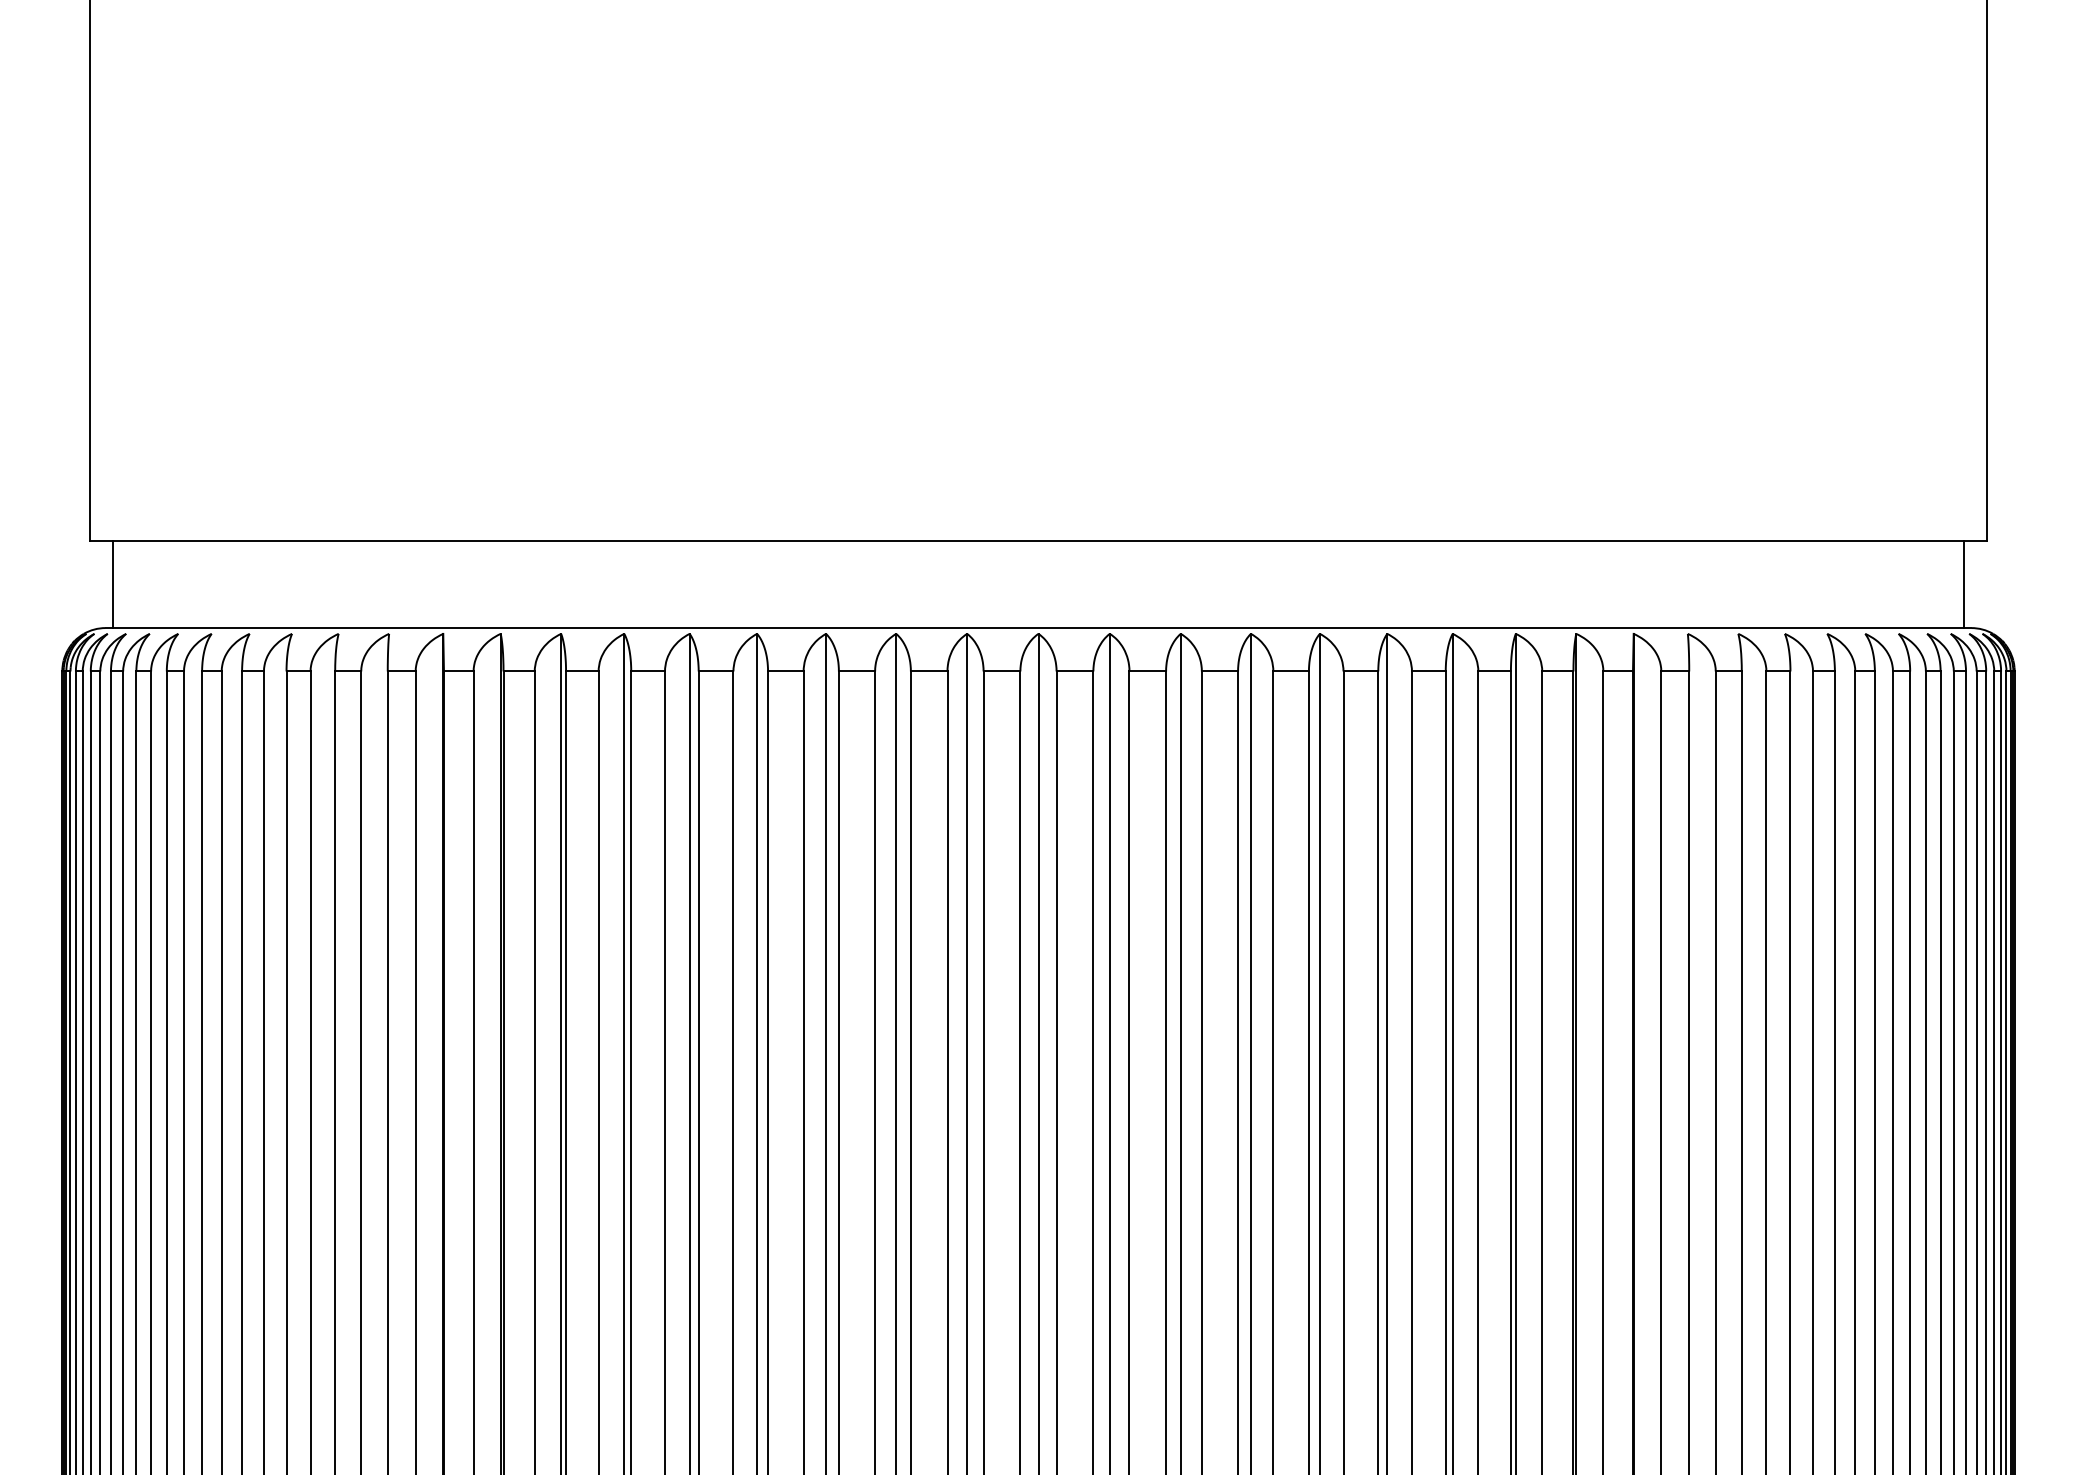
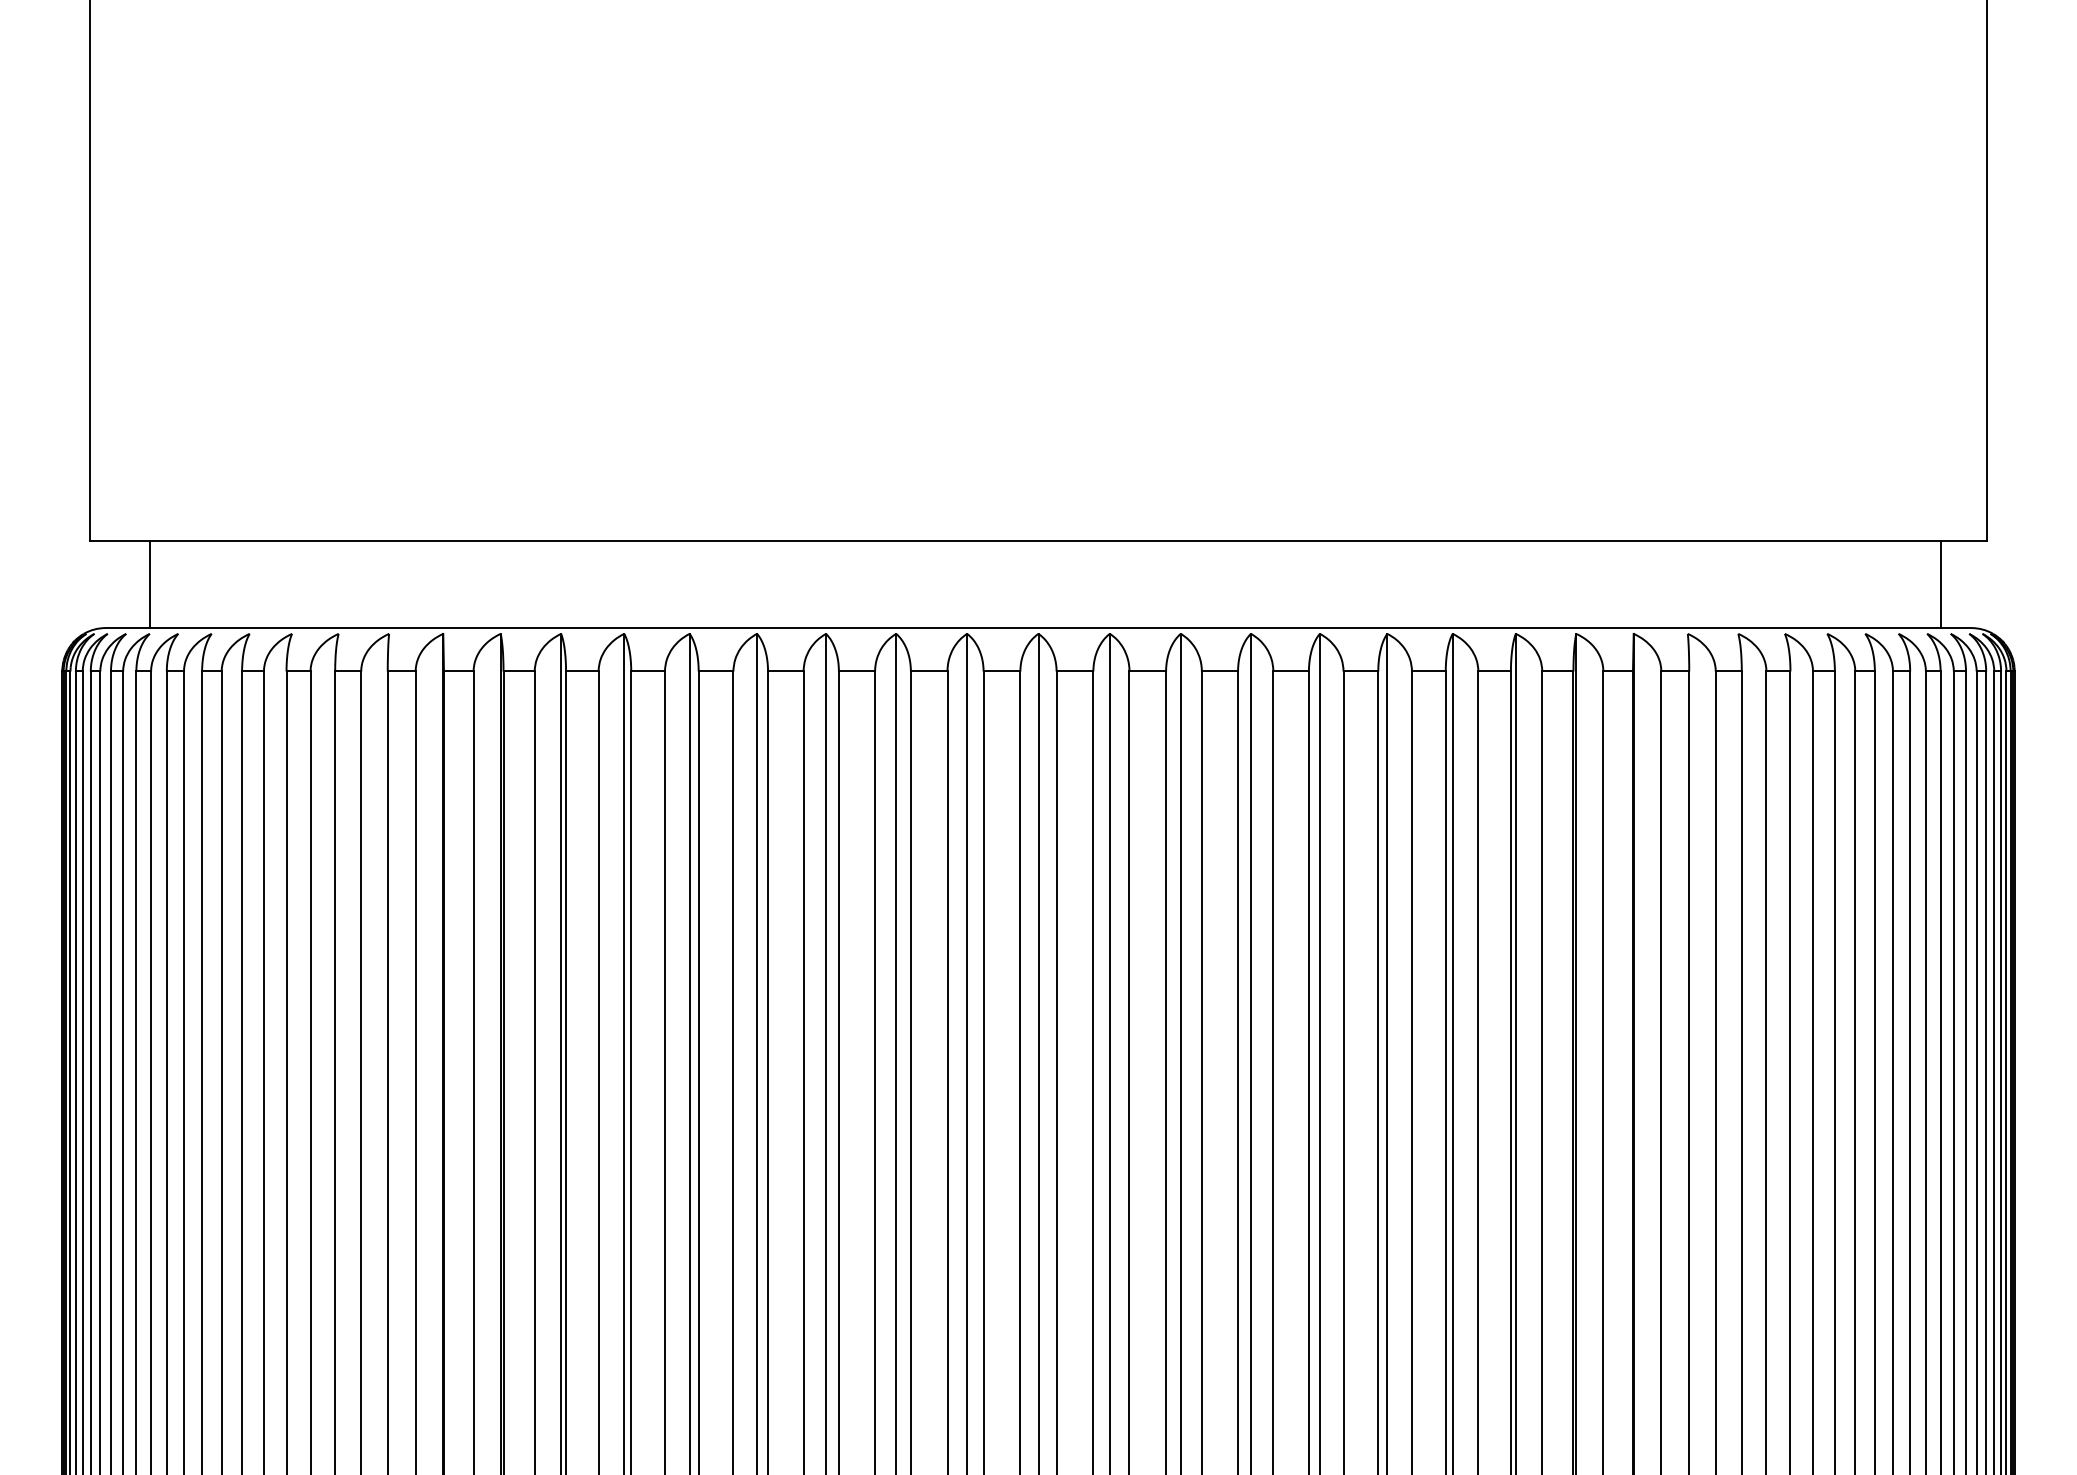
line at (112, 584) position: (112, 584) -> (149, 584)
line at (1964, 584) position: (1964, 584) -> (1941, 584)
